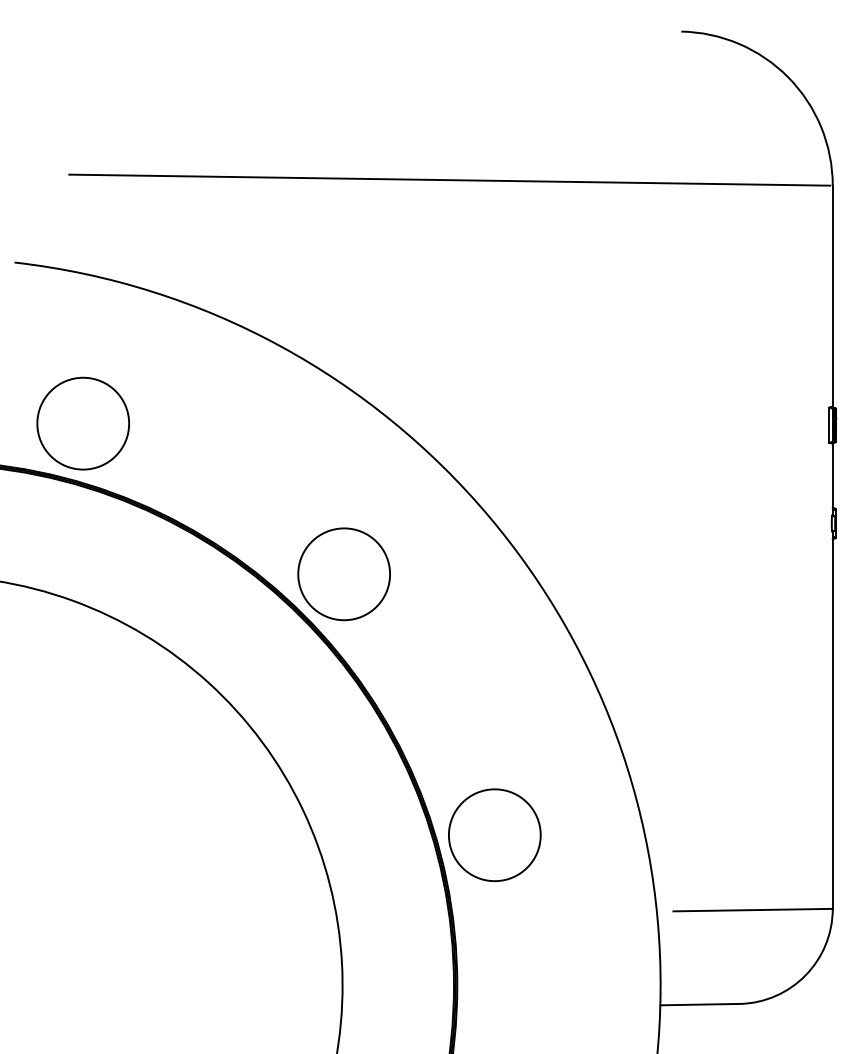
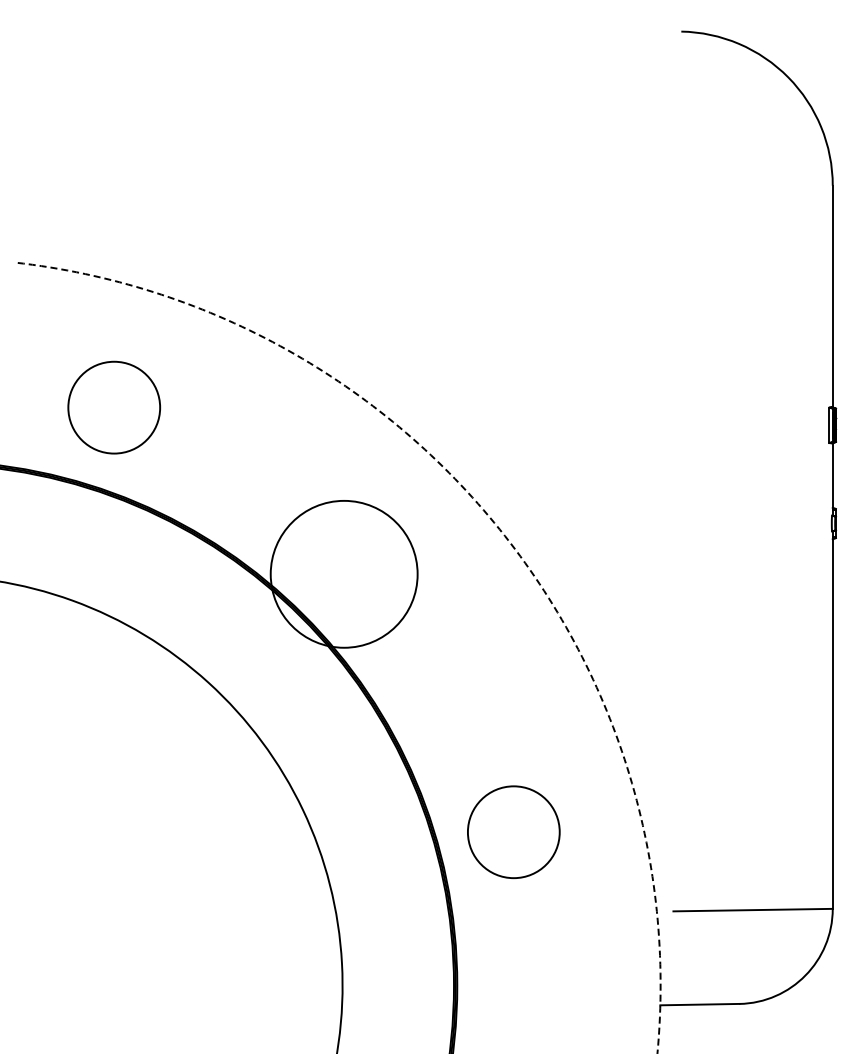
line at (449, 179): present -> none
circle at (83, 423) position: (83, 423) -> (114, 407)
arc at (497, 527): solid -> dashed
circle at (344, 574) diameter: 92 px -> 147 px
circle at (494, 835) position: (494, 835) -> (513, 832)
